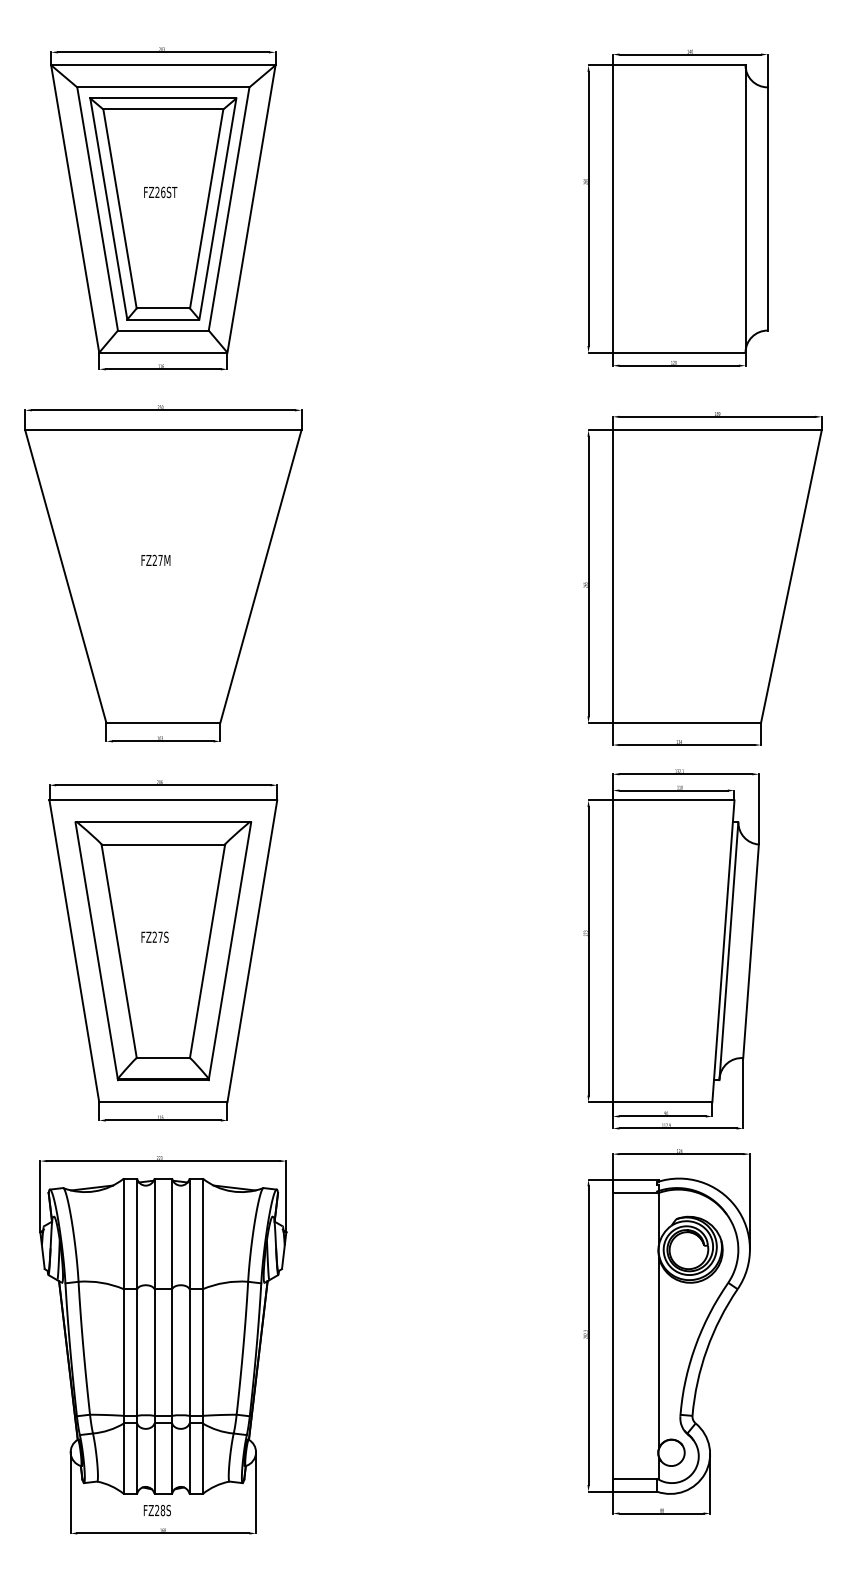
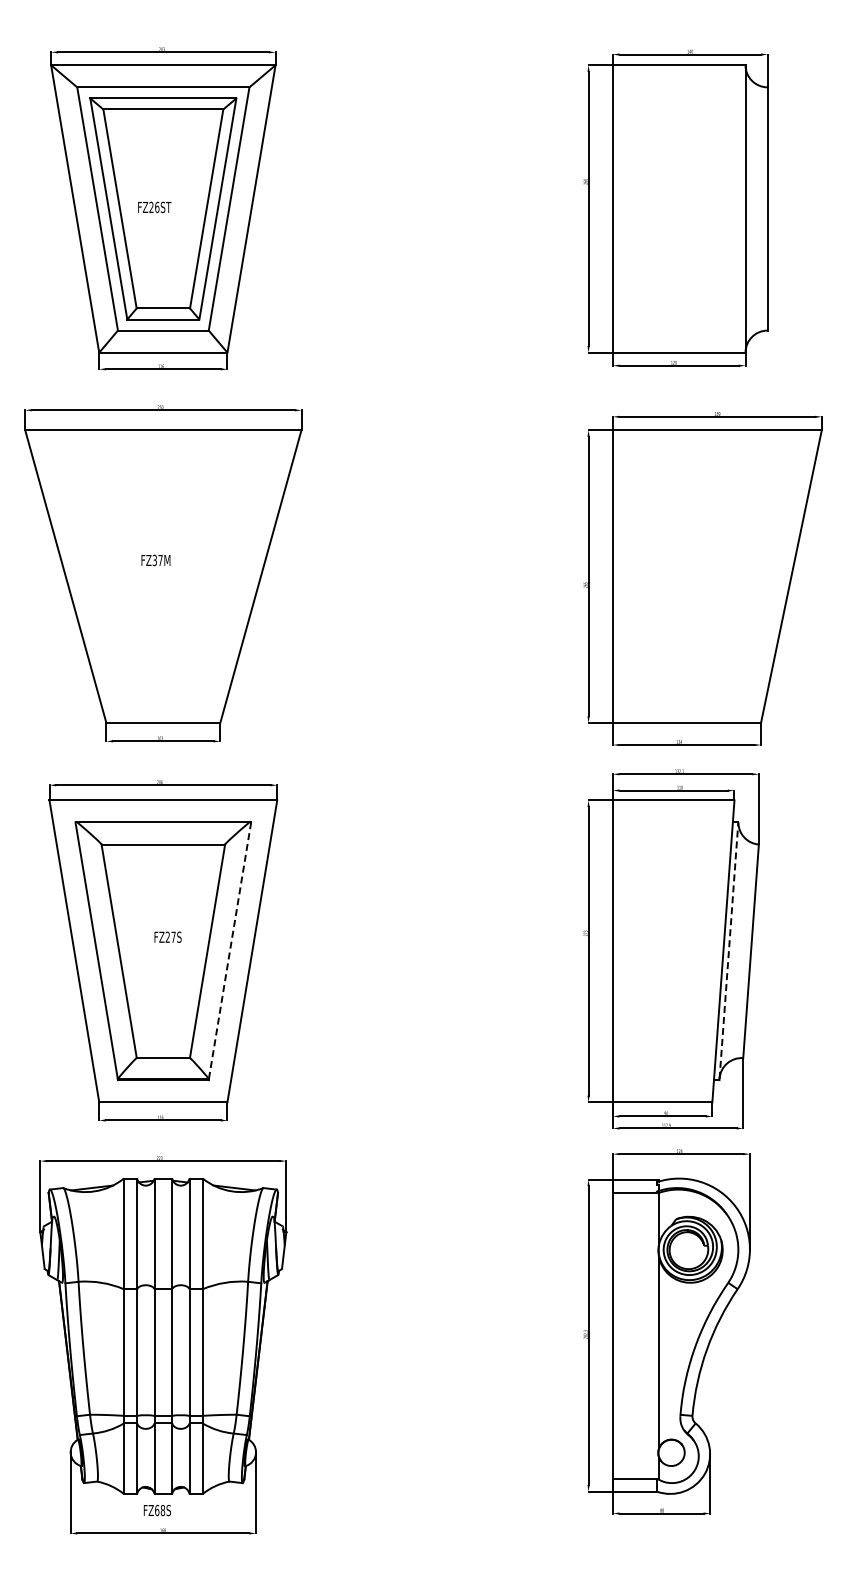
text at (160, 192) position: (160, 192) -> (154, 207)
text at (154, 561): FZ27M -> FZ37M
text at (154, 936) position: (154, 936) -> (167, 936)
line at (230, 950): solid -> dashed
line at (728, 950): solid -> dashed
text at (157, 1510): FZ28S -> FZ68S
